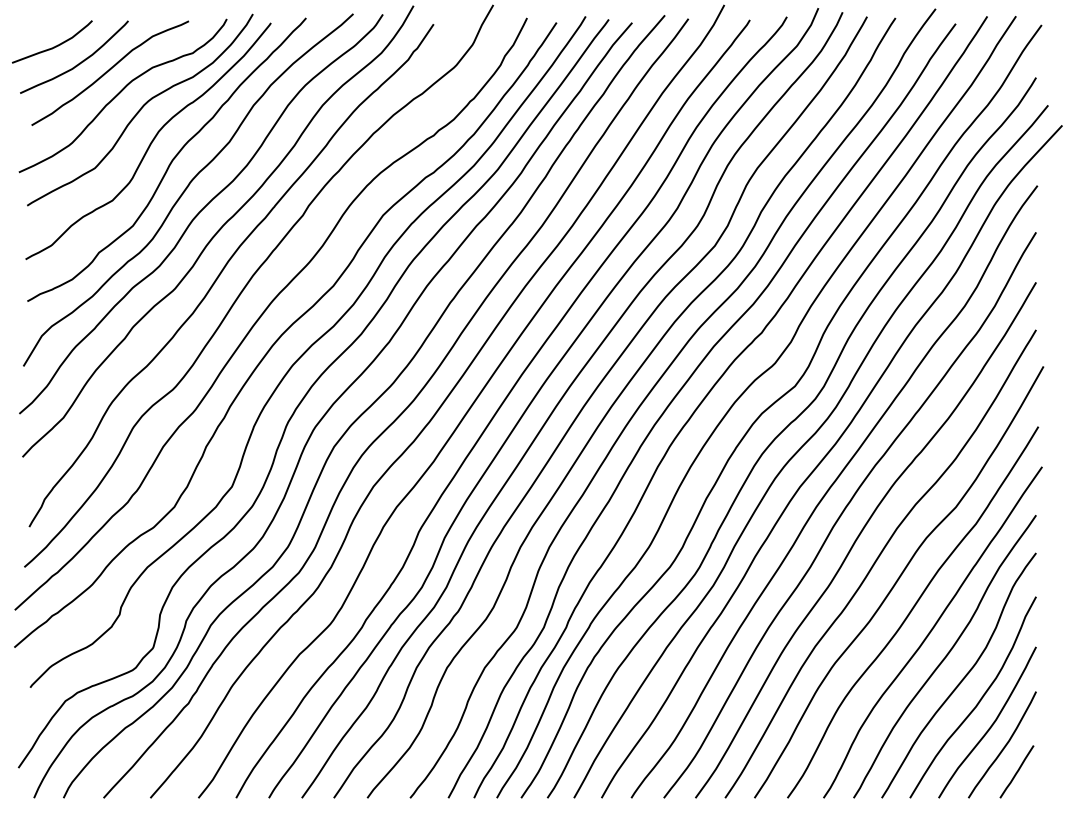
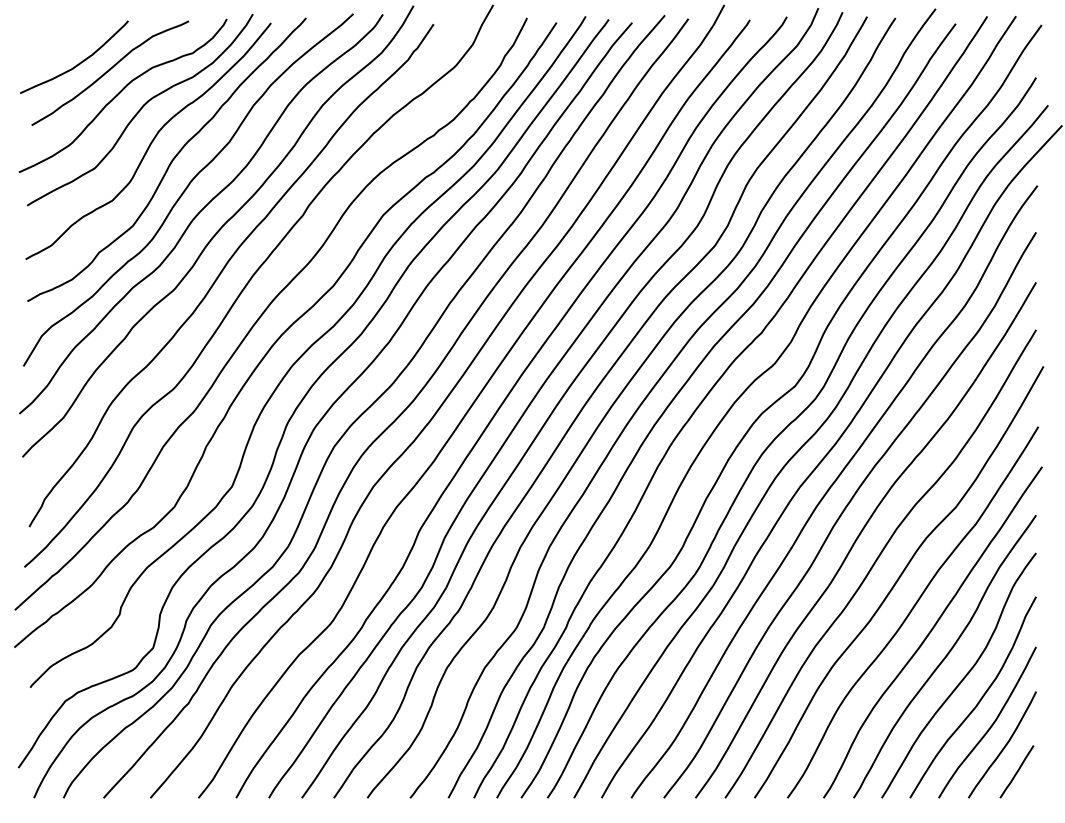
curve at (55, 45): present -> none
